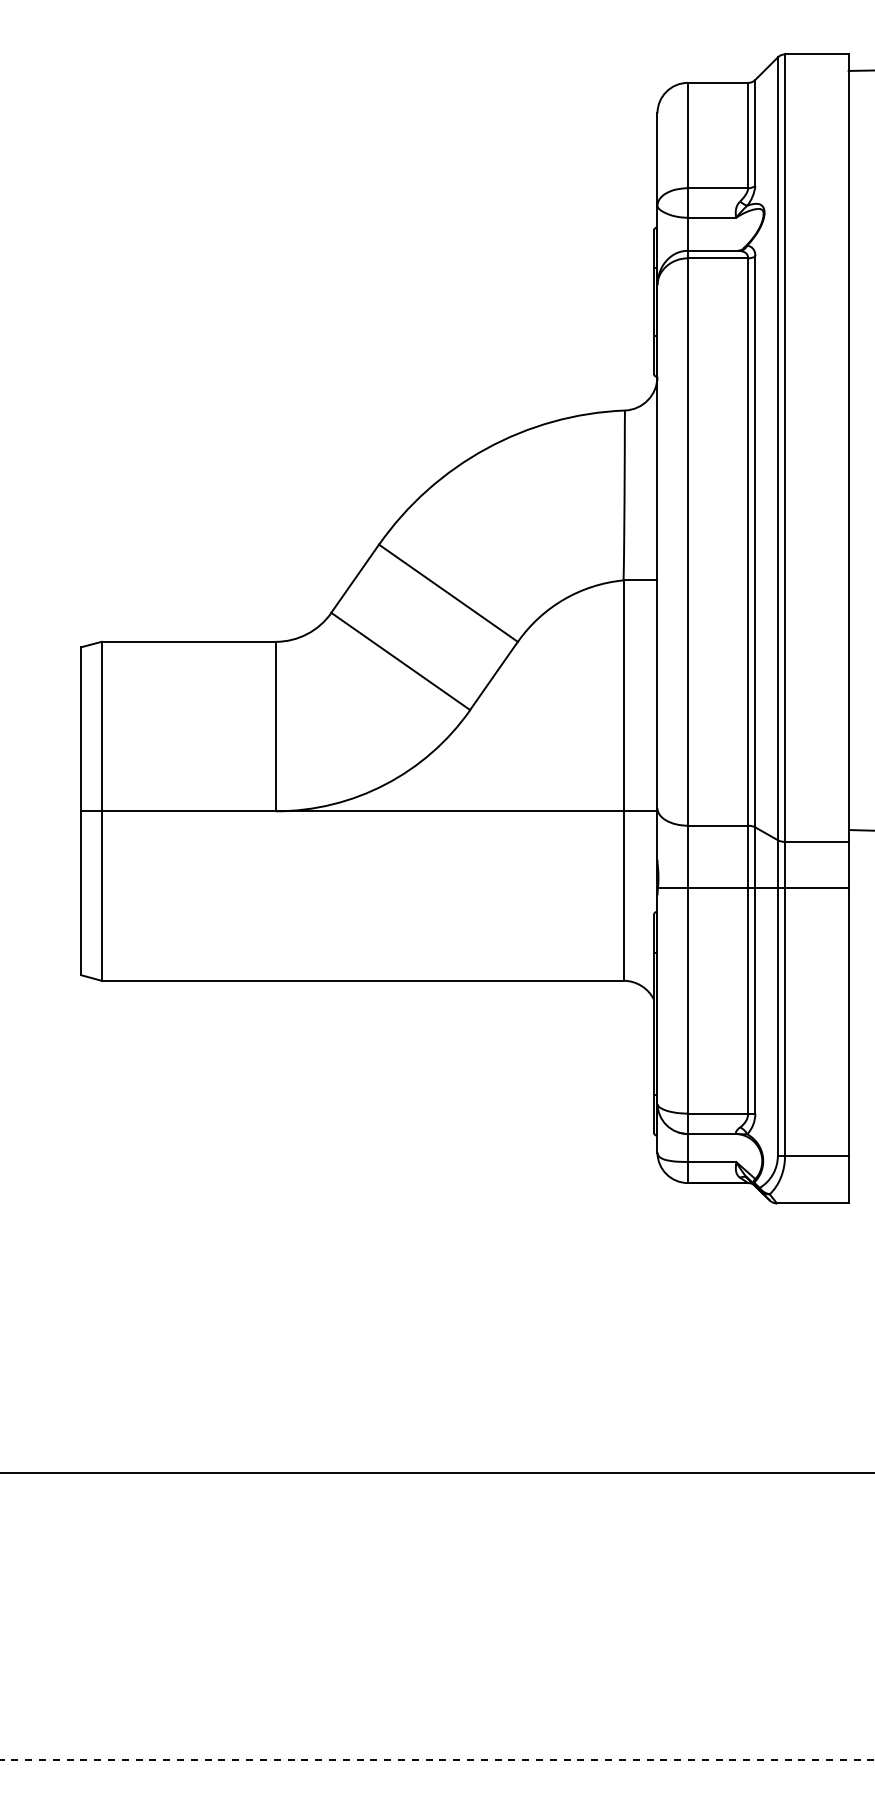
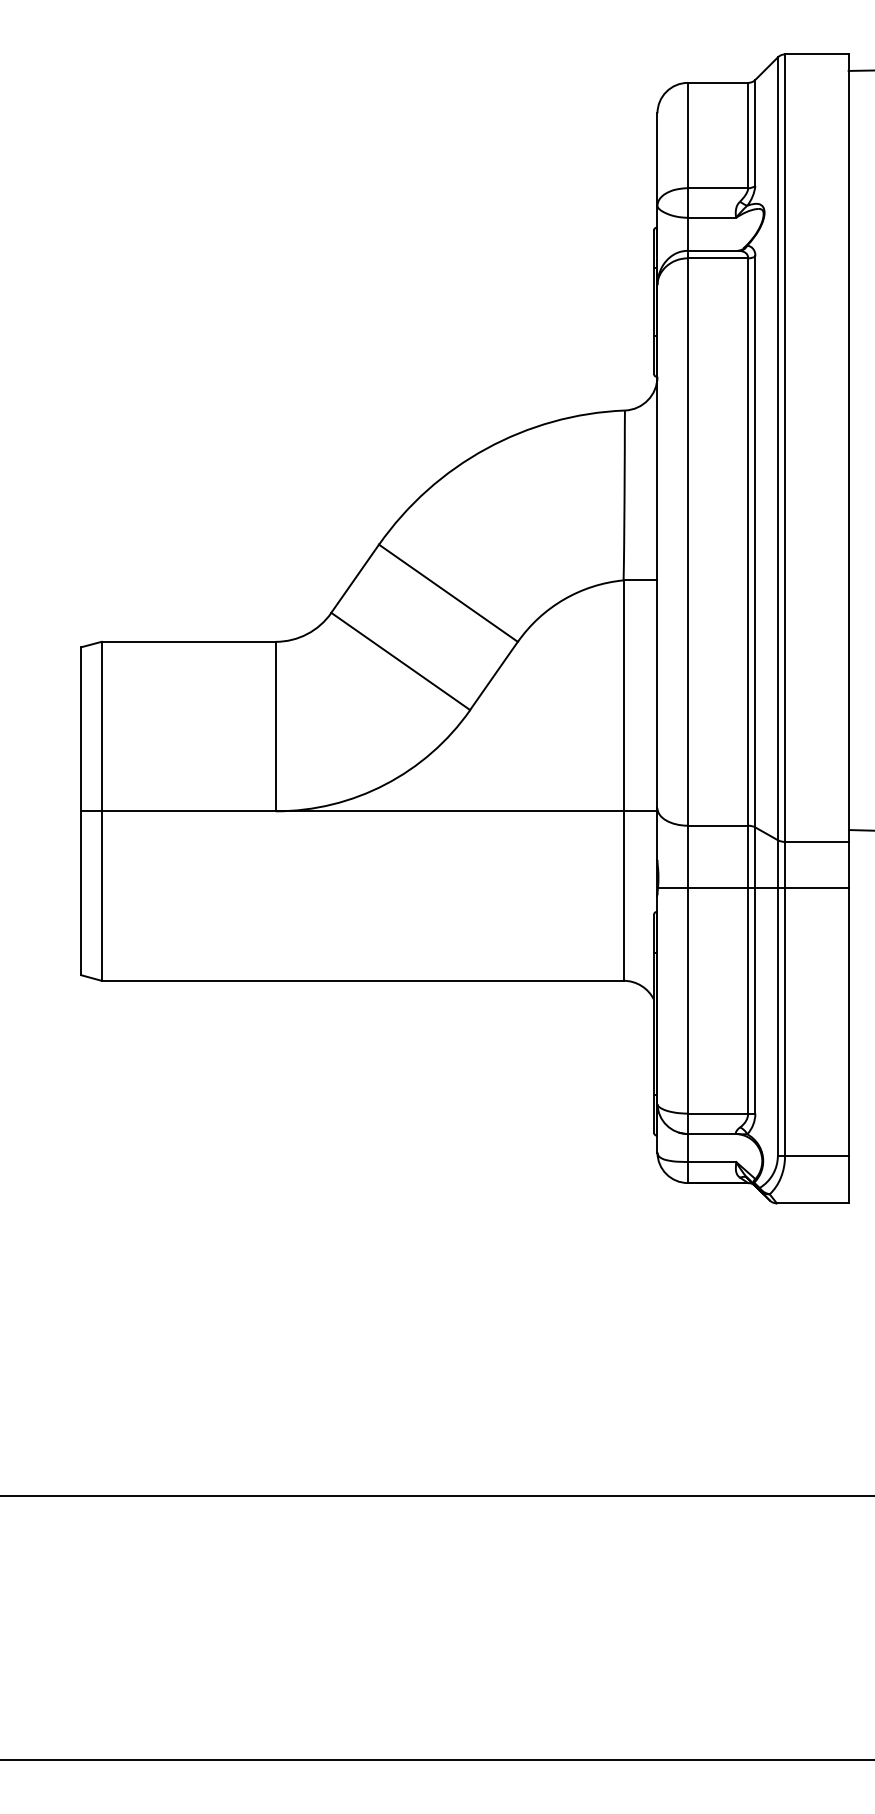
line at (436, 1473) position: (436, 1473) -> (436, 1496)
line at (437, 1759): dashed -> solid
